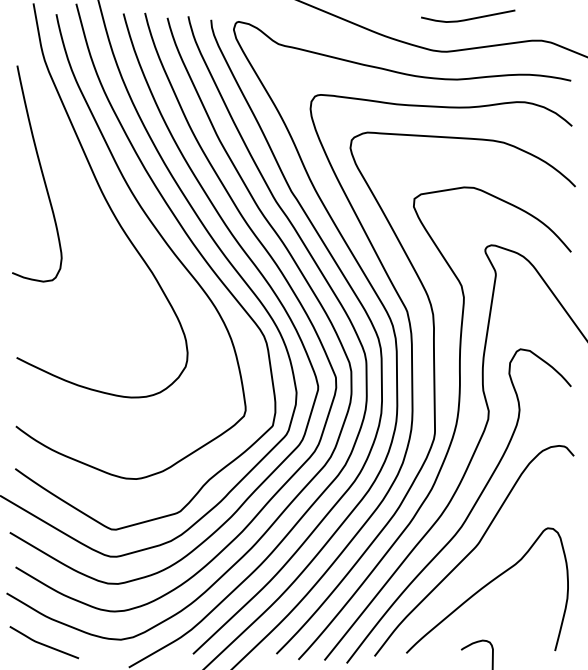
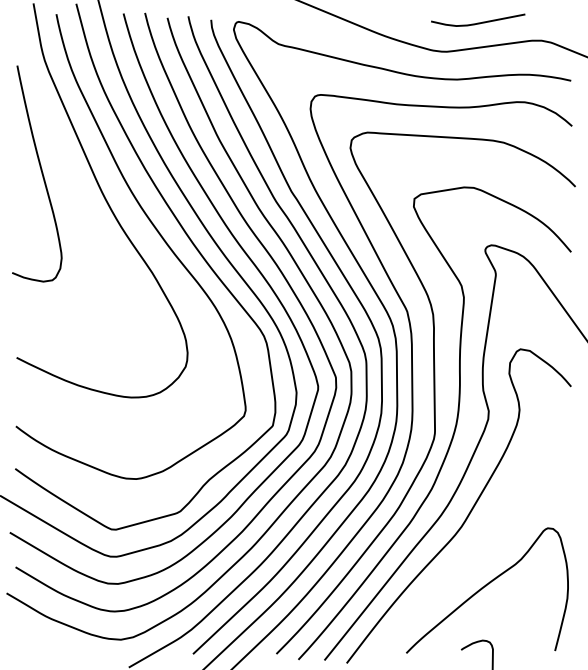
curve at (468, 18) position: (468, 18) -> (478, 22)
curve at (474, 549): present -> none
curve at (43, 643): present -> none
